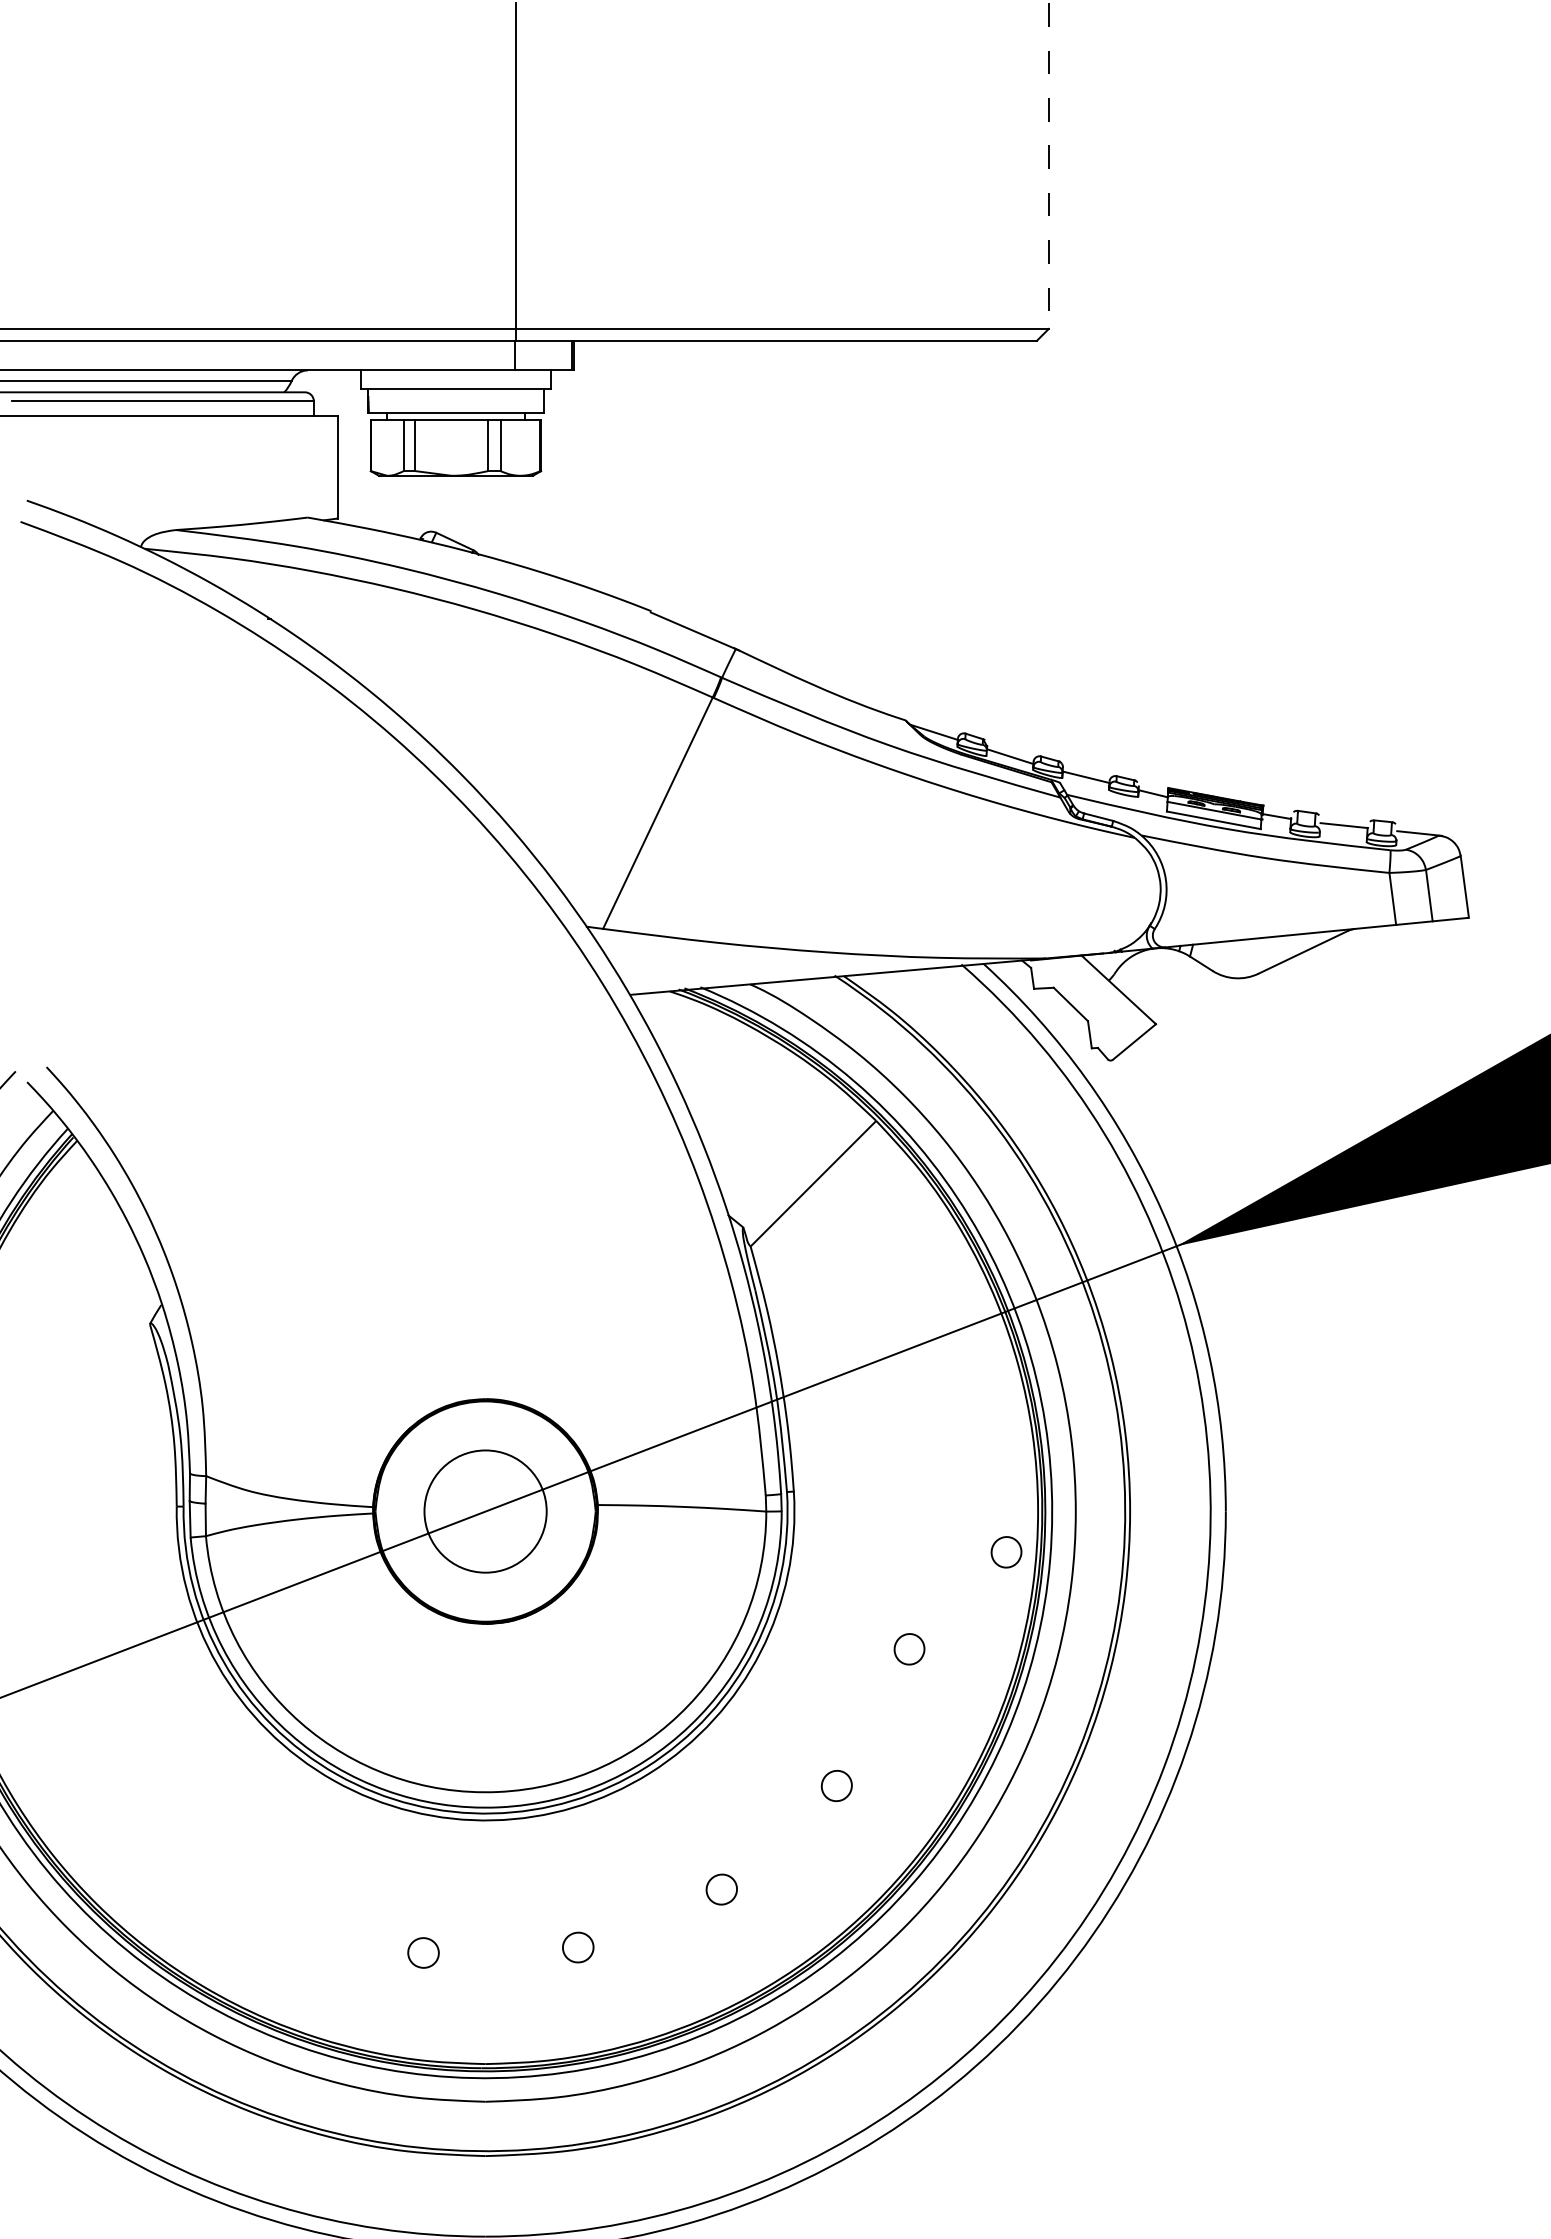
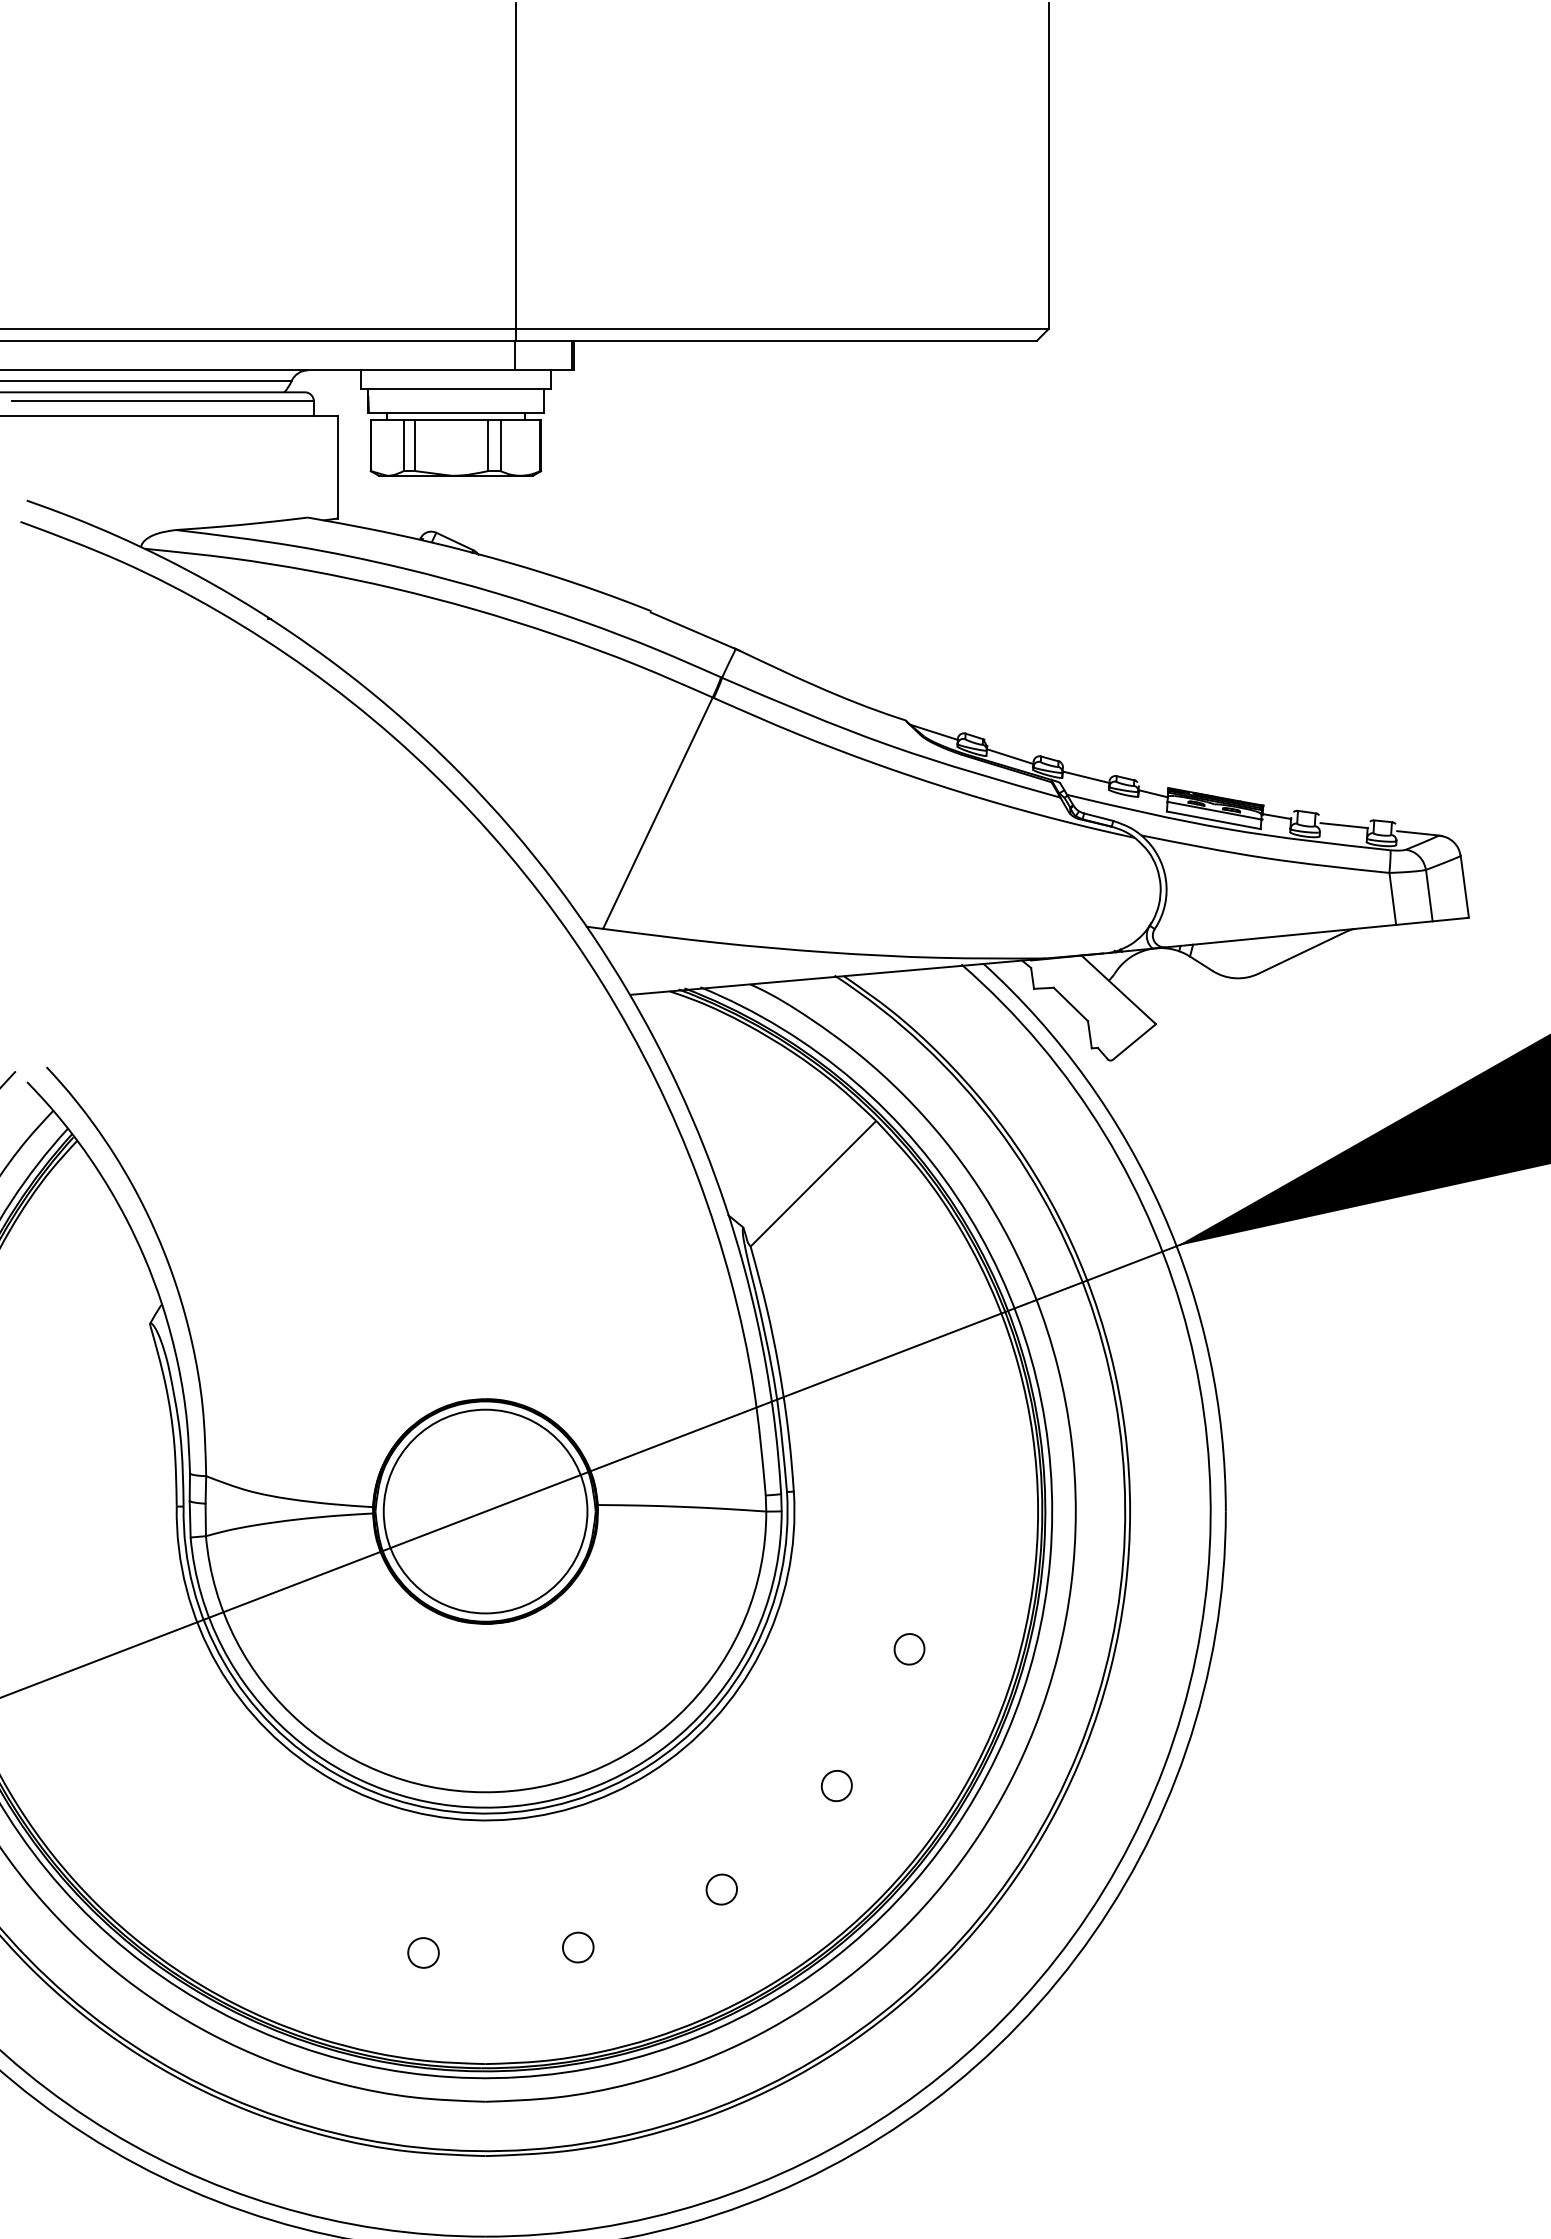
line at (1048, 166): dashed -> solid
circle at (485, 1511) diameter: 122 px -> 204 px
part at (1006, 1552): present -> none
